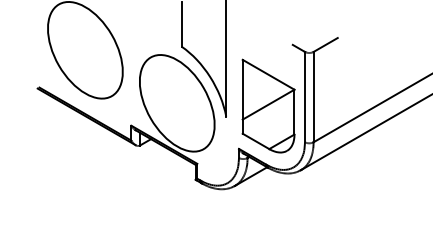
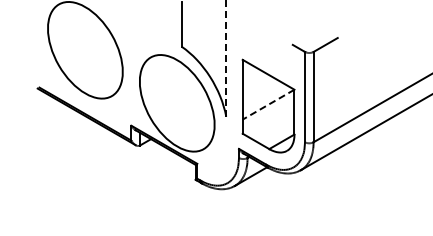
line at (226, 58): solid -> dashed
line at (268, 104): solid -> dashed
